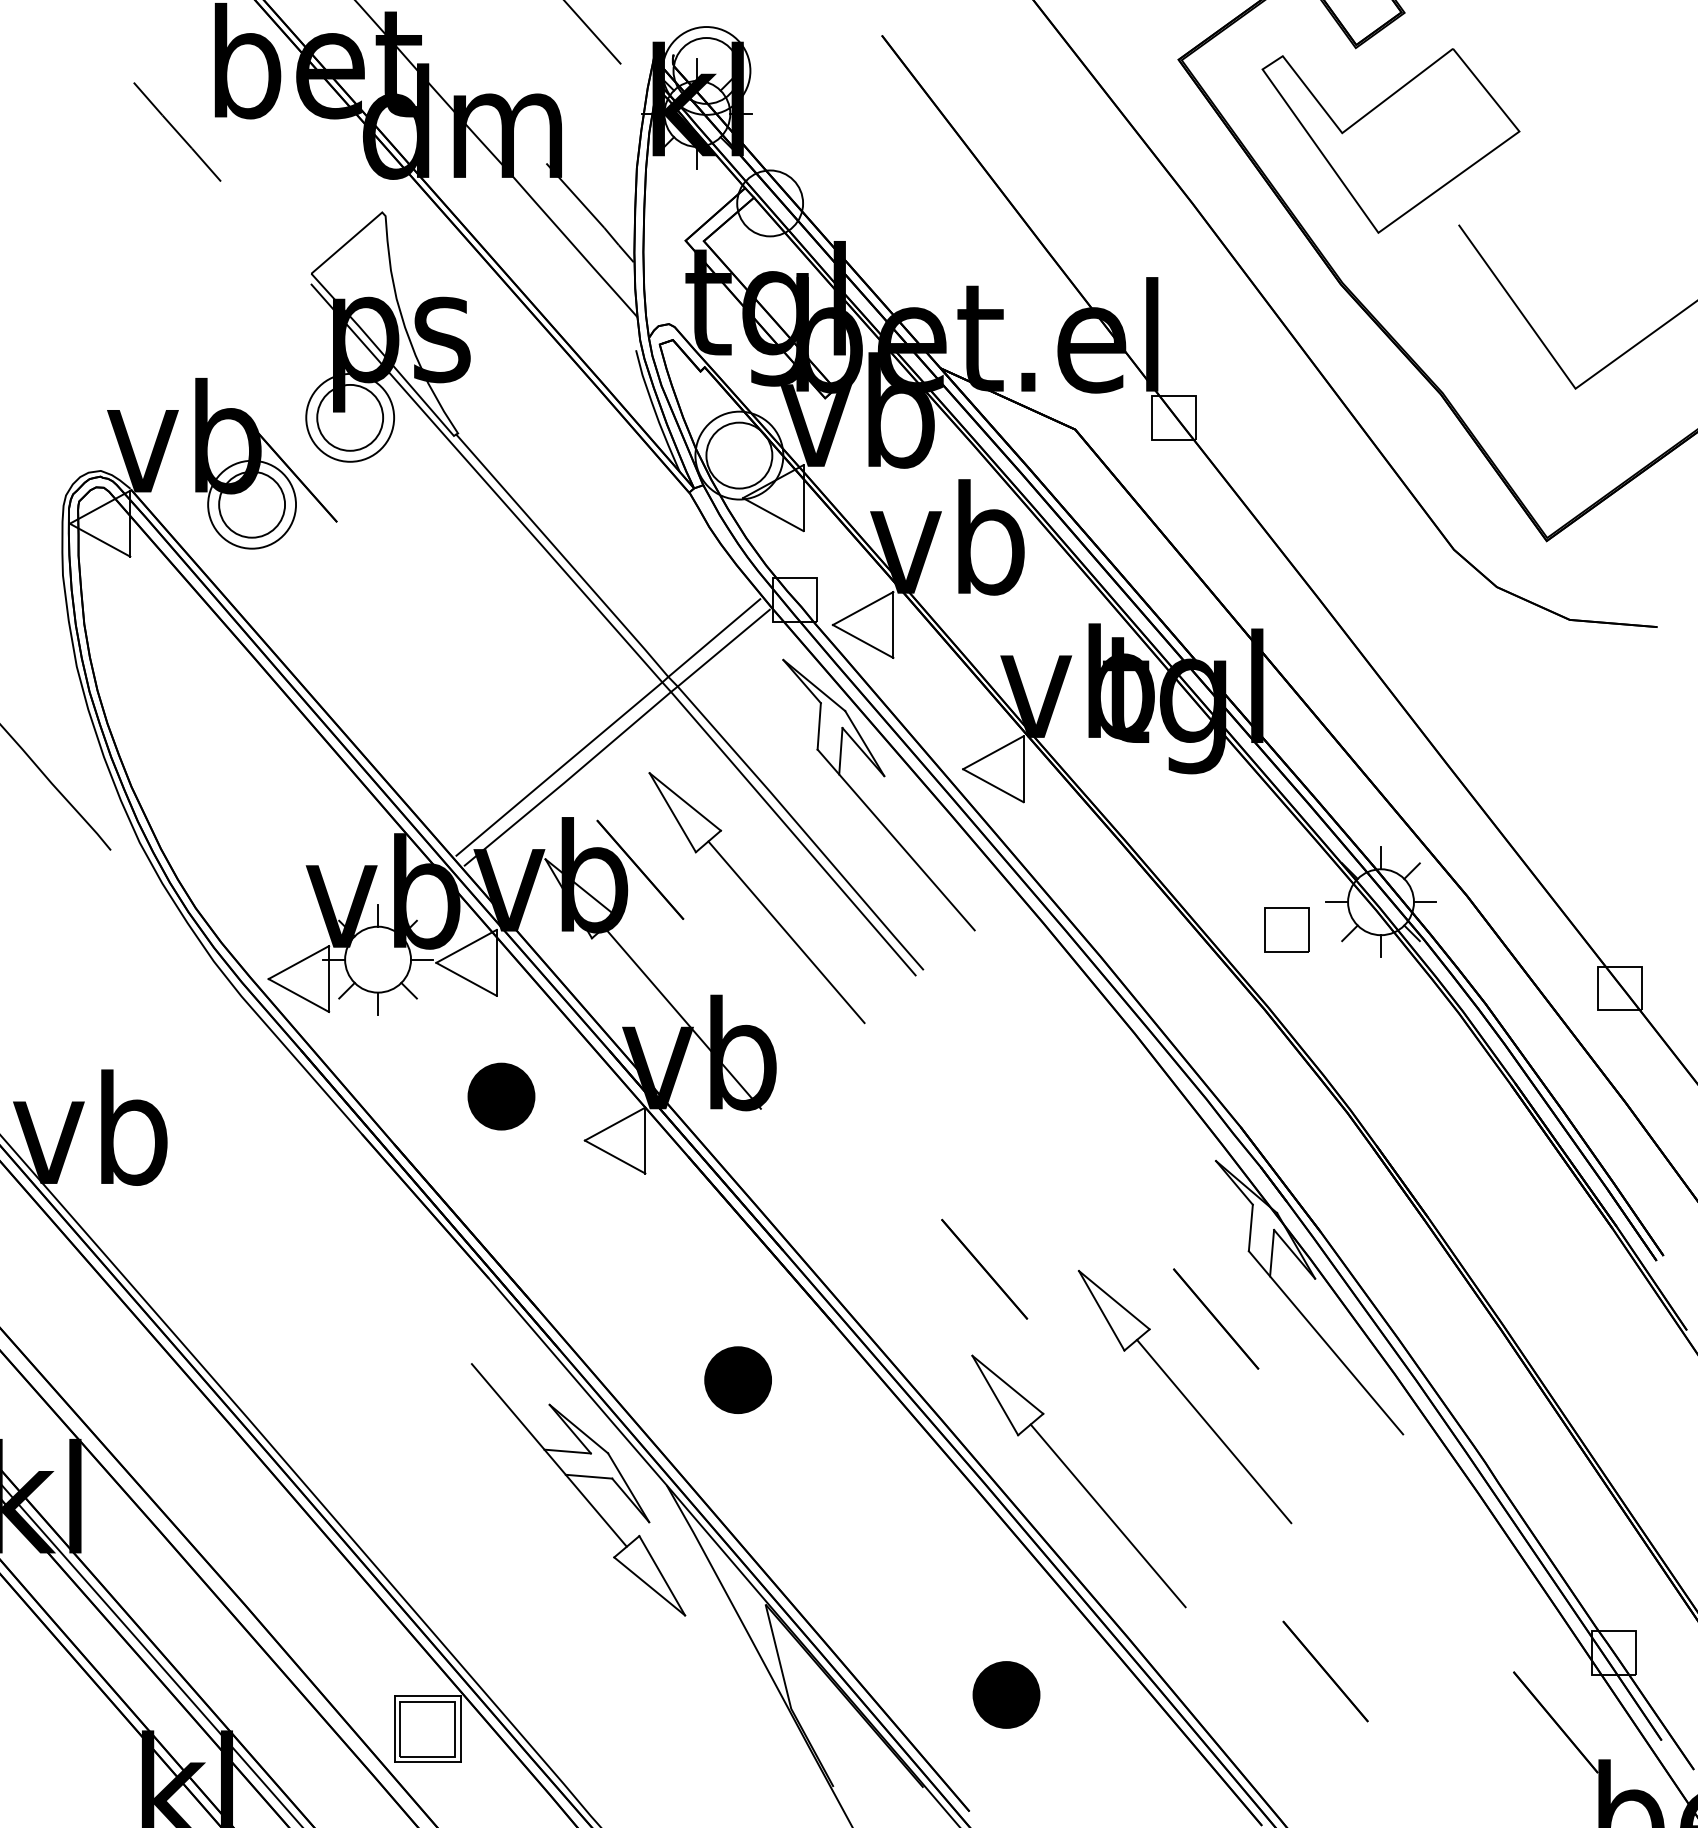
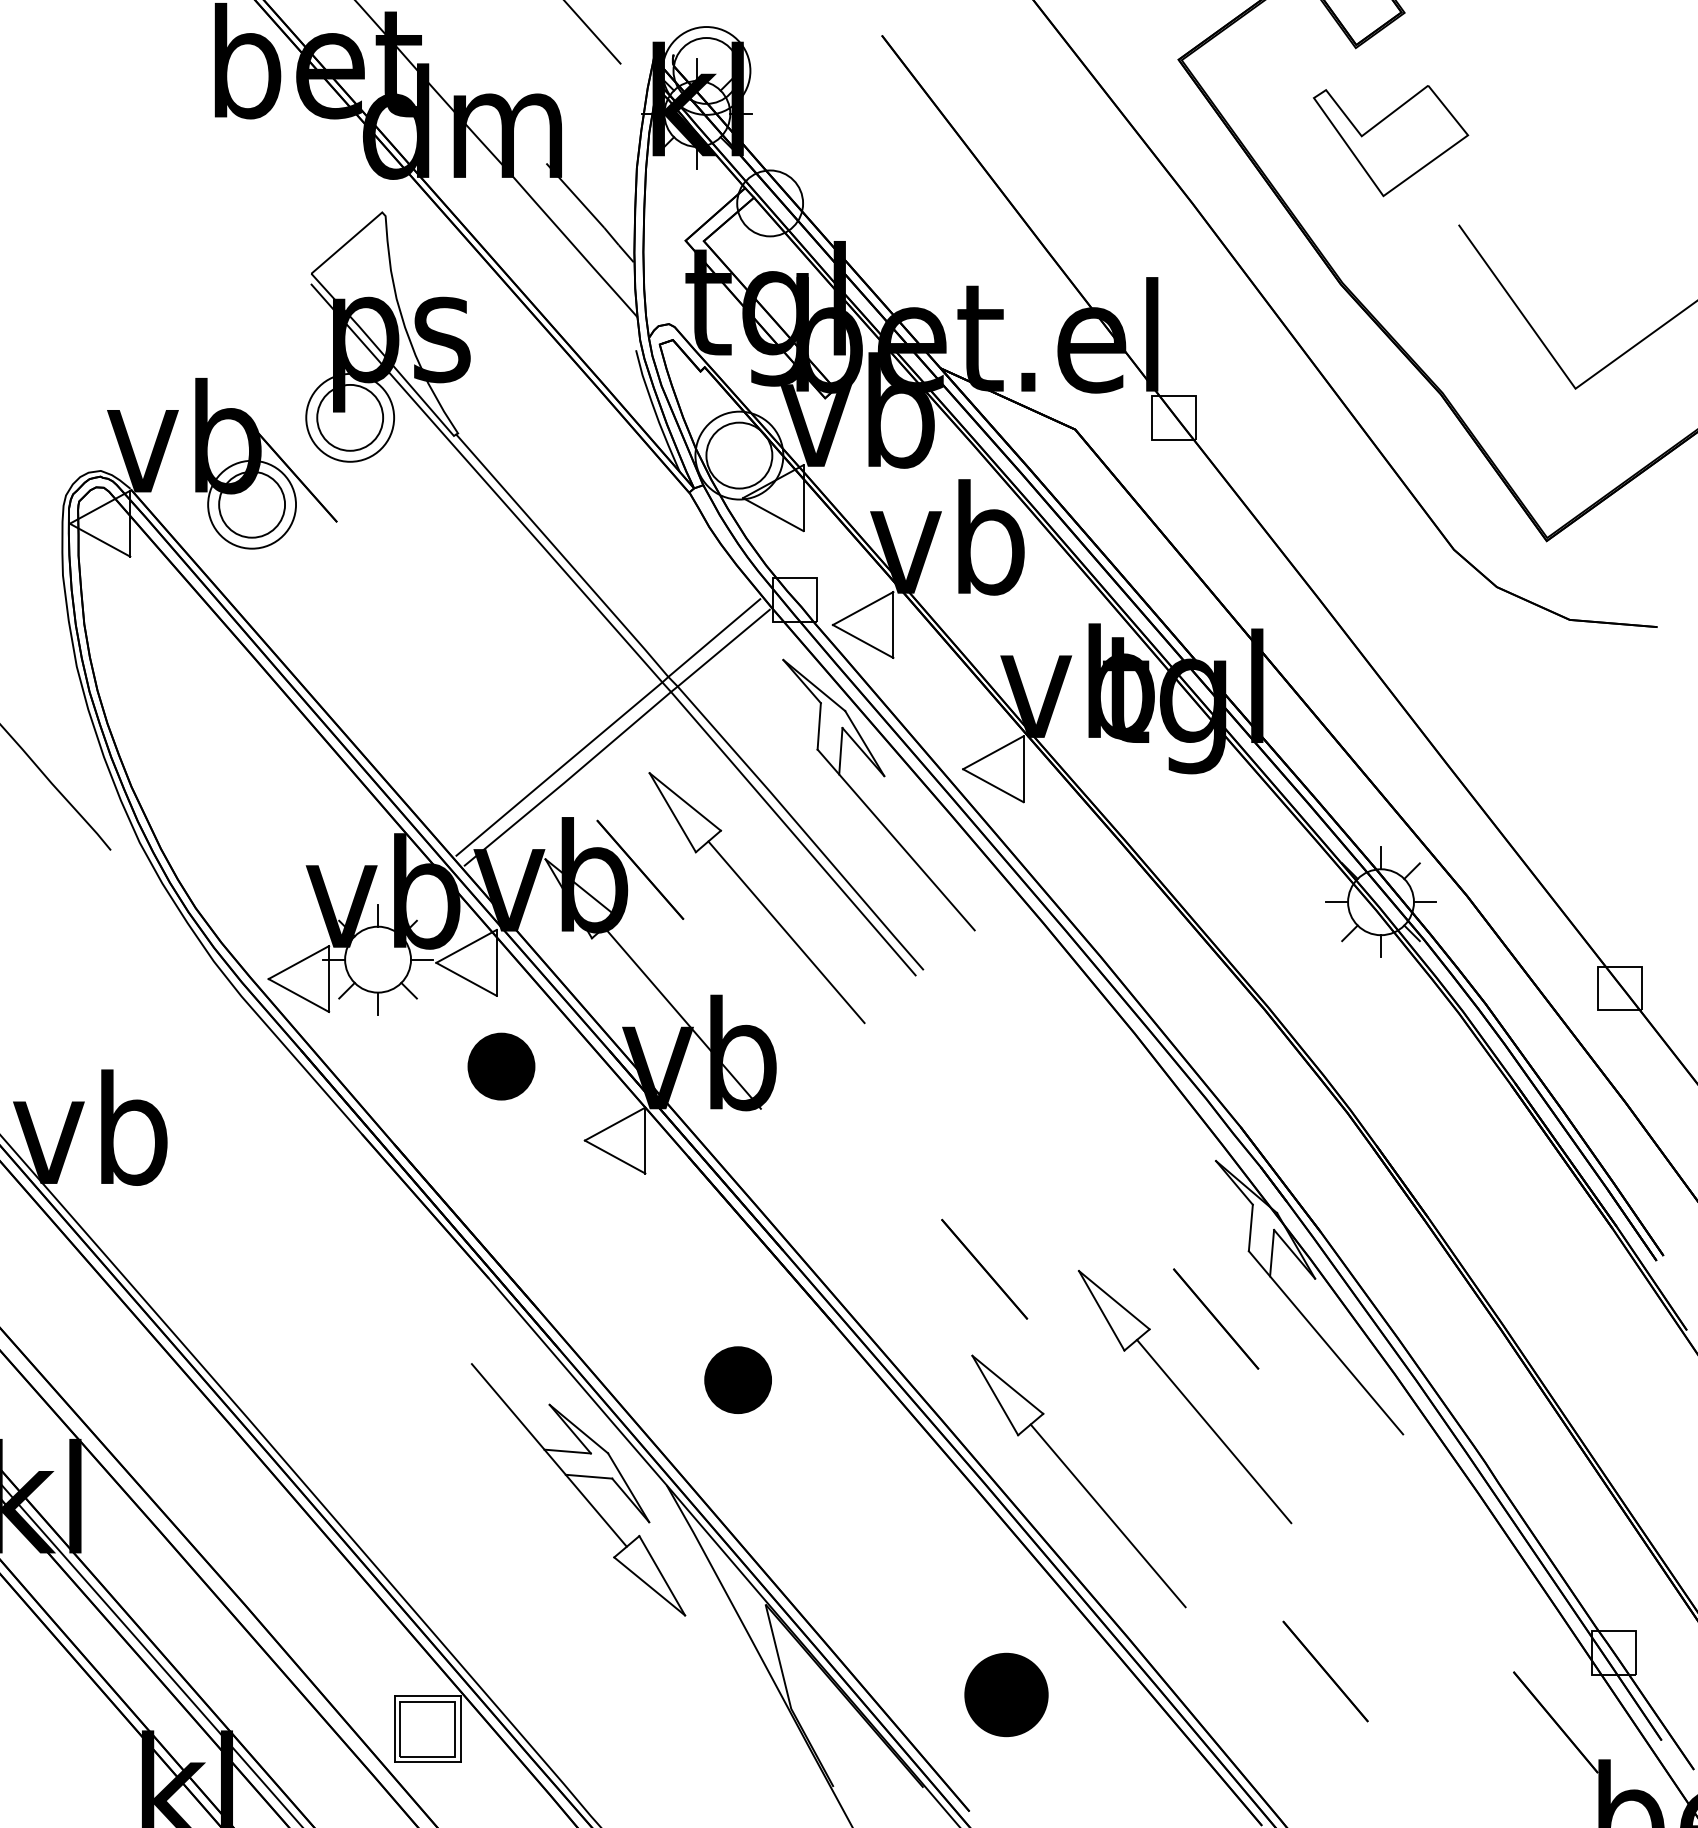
line at (177, 131): present -> none
part at (1390, 140) size: 260x186 px -> 157x113 px
part at (1286, 929): present -> none
part at (501, 1096) position: (501, 1096) -> (501, 1066)
part at (1006, 1694) size: 69x68 px -> 85x86 px
